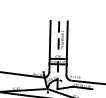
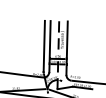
line at (43, 46): none -> present
